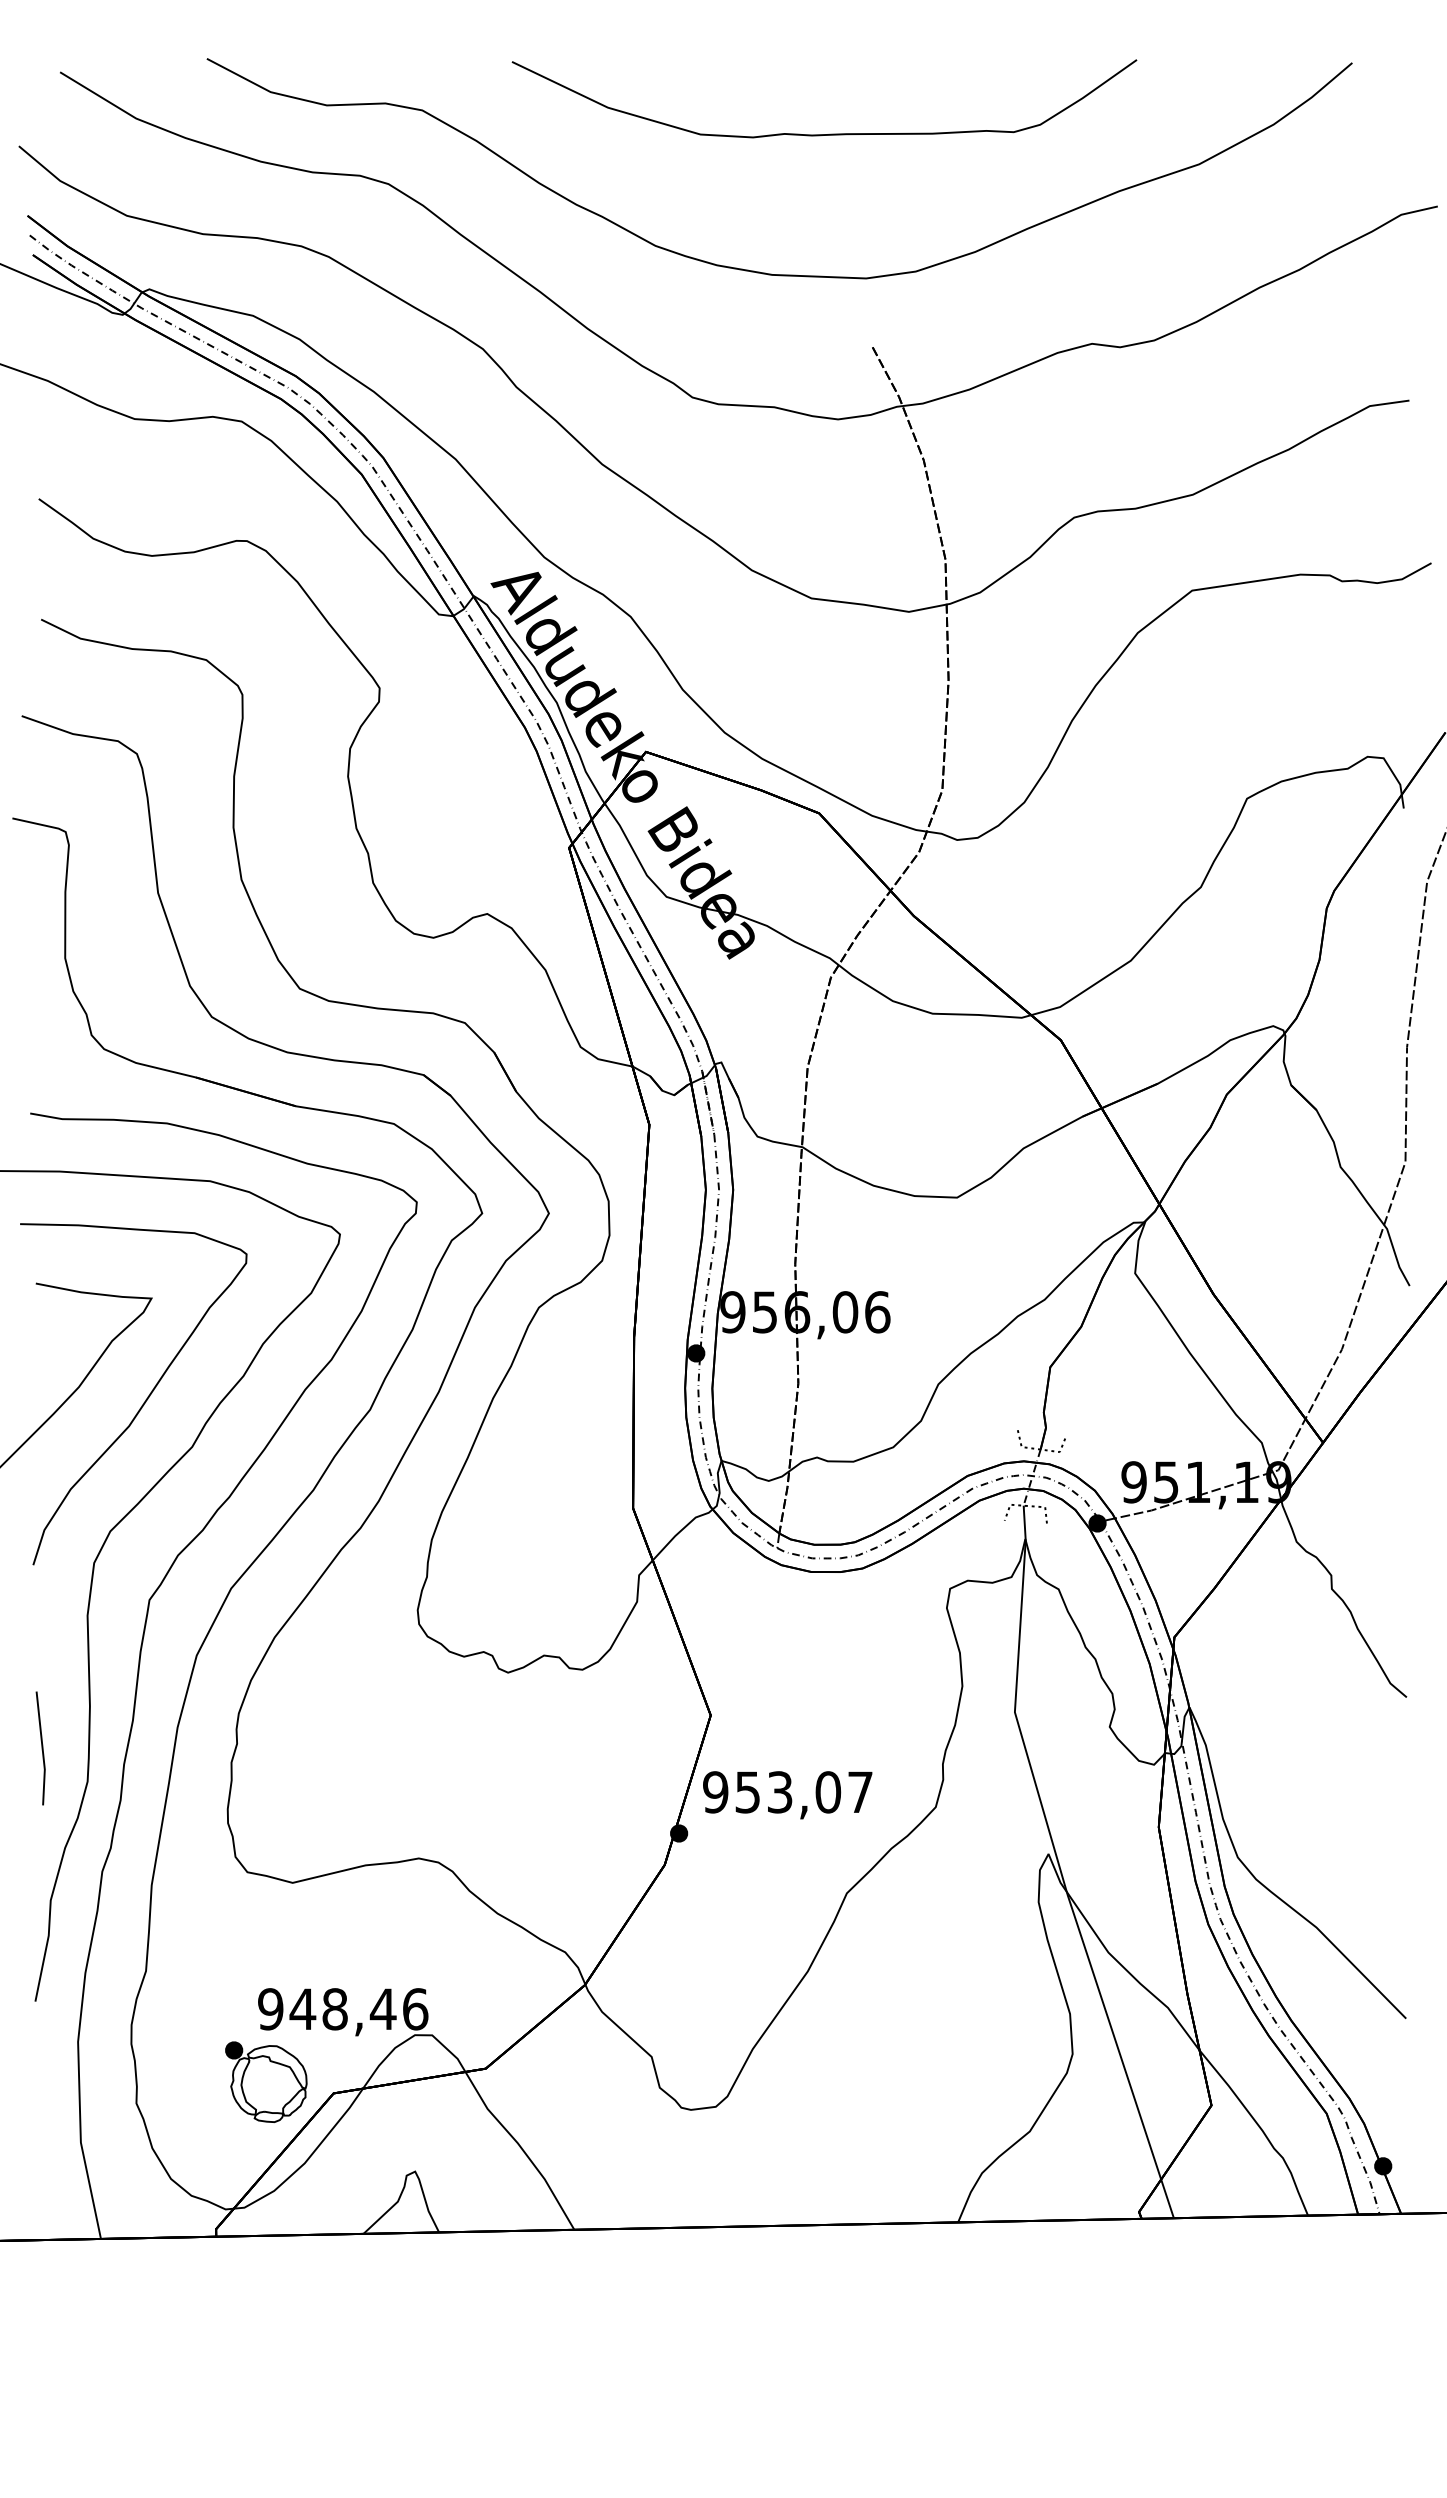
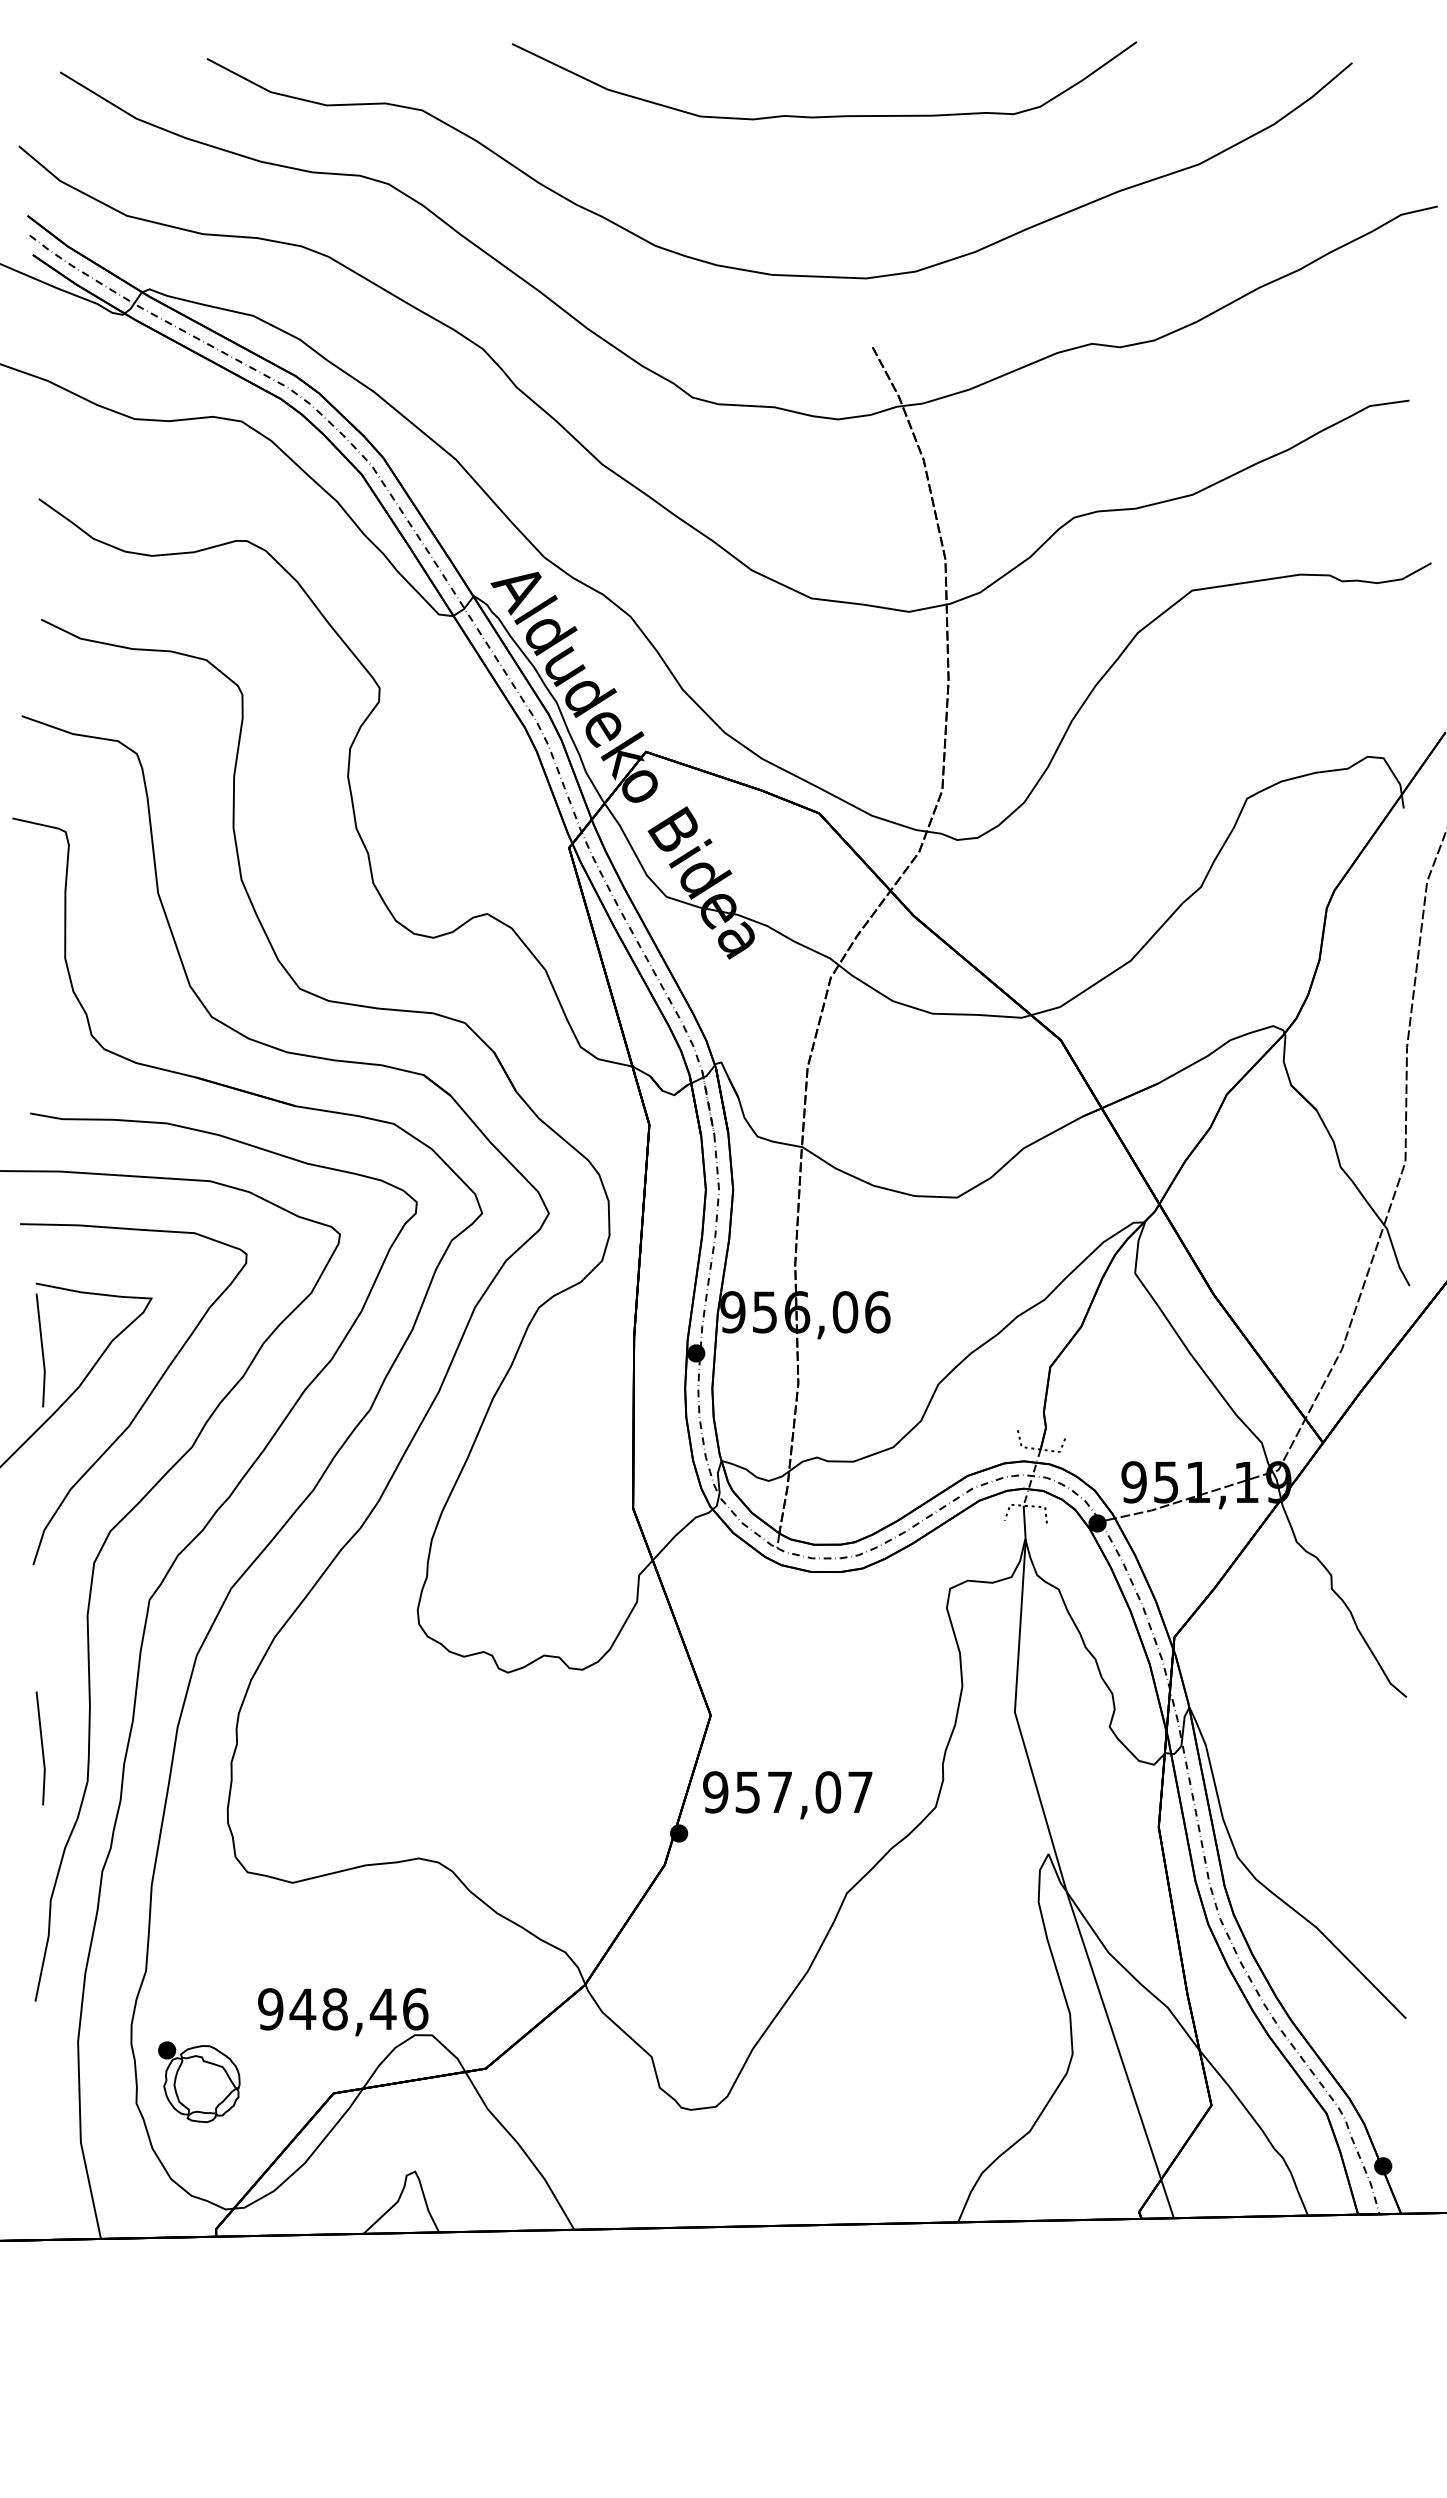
curve at (829, 133) position: (829, 133) -> (829, 115)
line at (41, 1350): none -> present
text at (780, 1792): 953,07 -> 957,07
part at (266, 2081) position: (266, 2081) -> (199, 2081)
